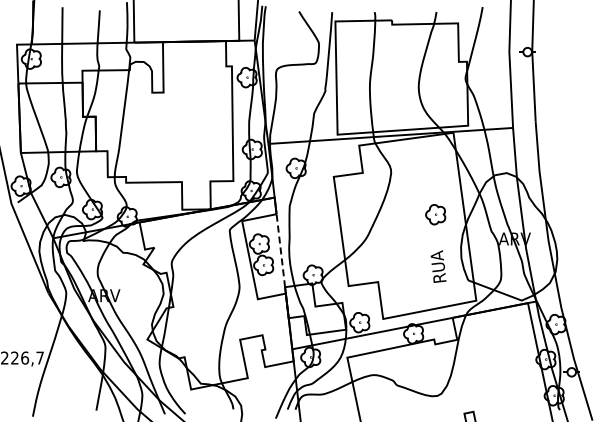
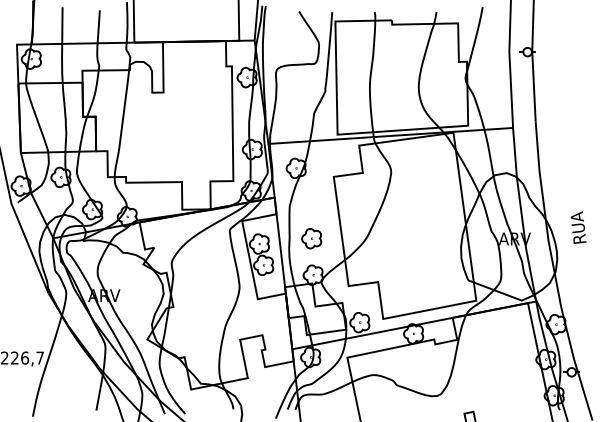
part at (435, 214) position: (435, 214) -> (311, 238)
line at (280, 250): dashed -> solid
text at (438, 266) position: (438, 266) -> (578, 227)
